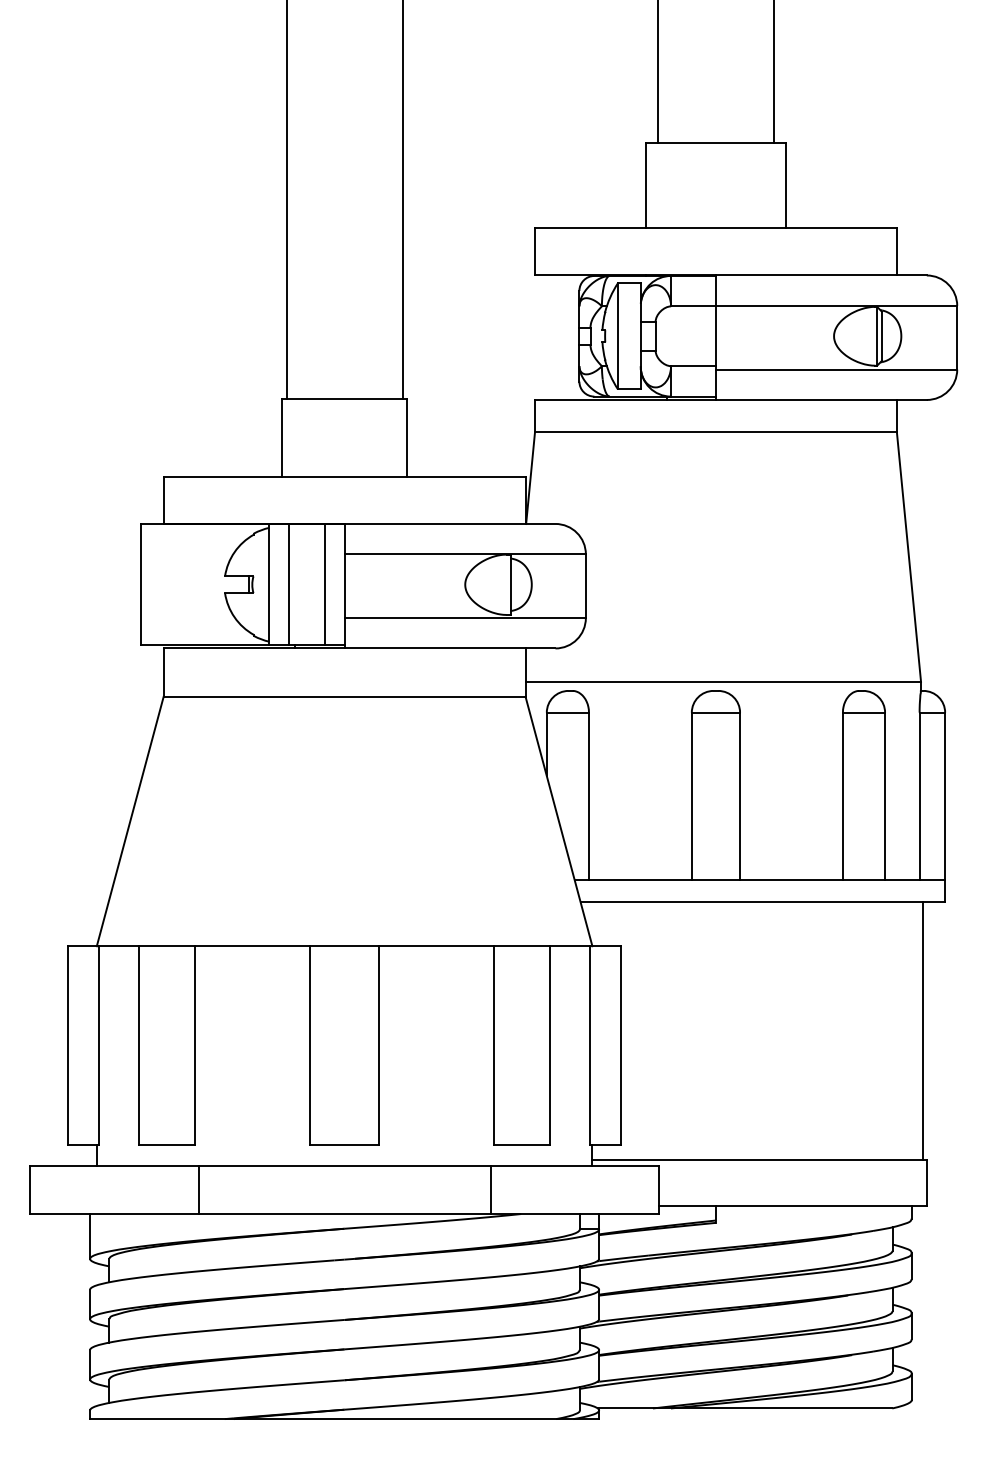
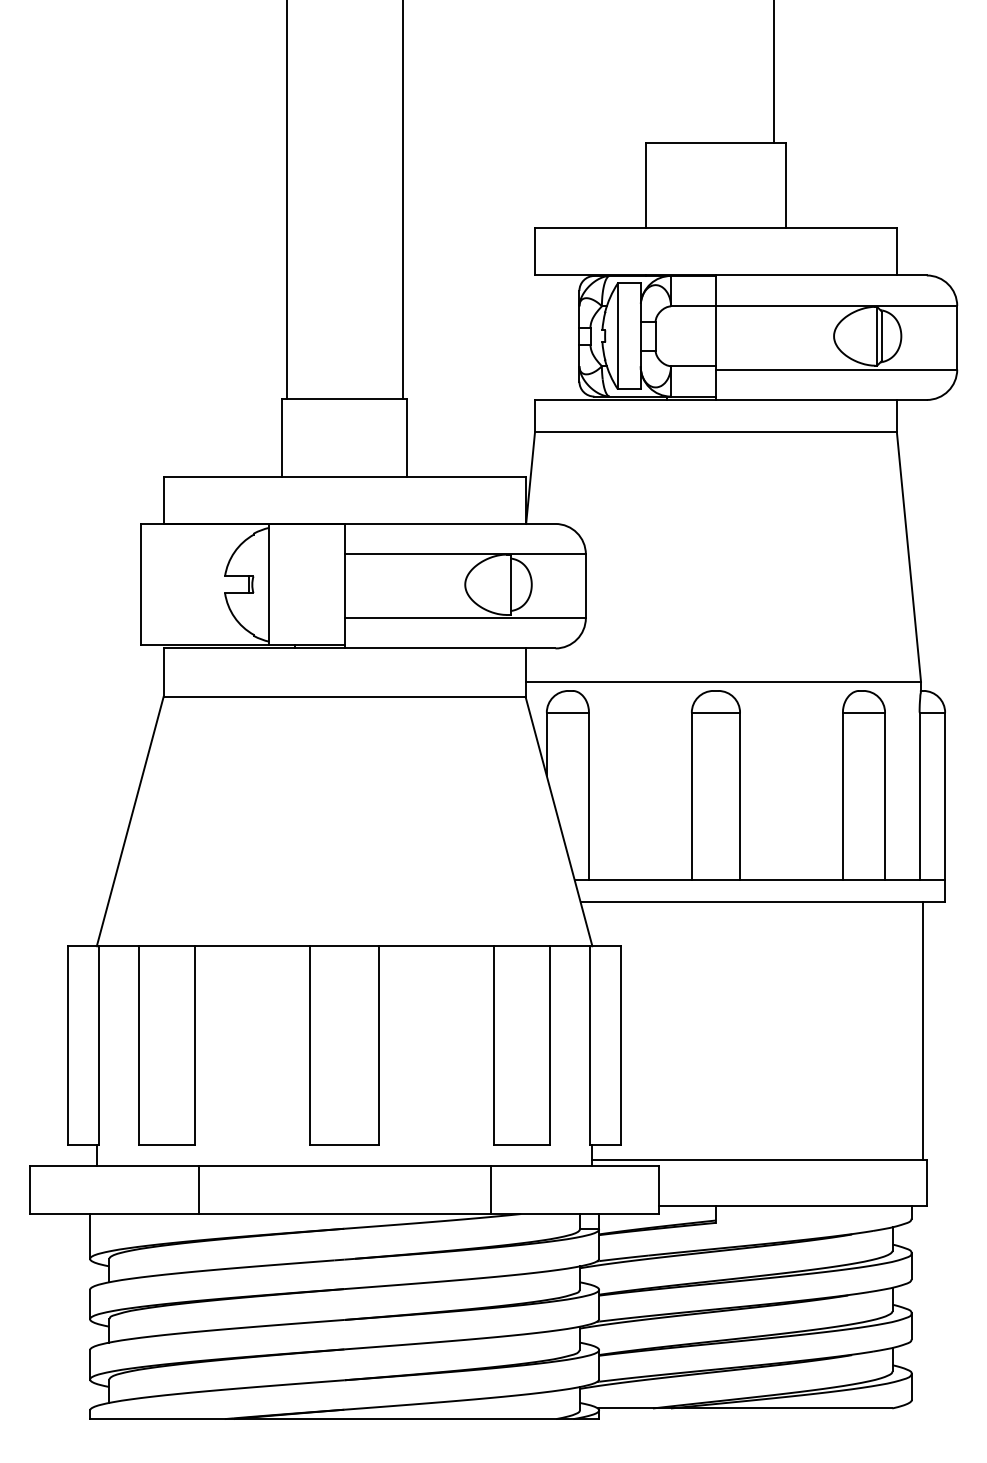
line at (658, 72): present -> none
line at (288, 584): present -> none
line at (325, 584): present -> none
